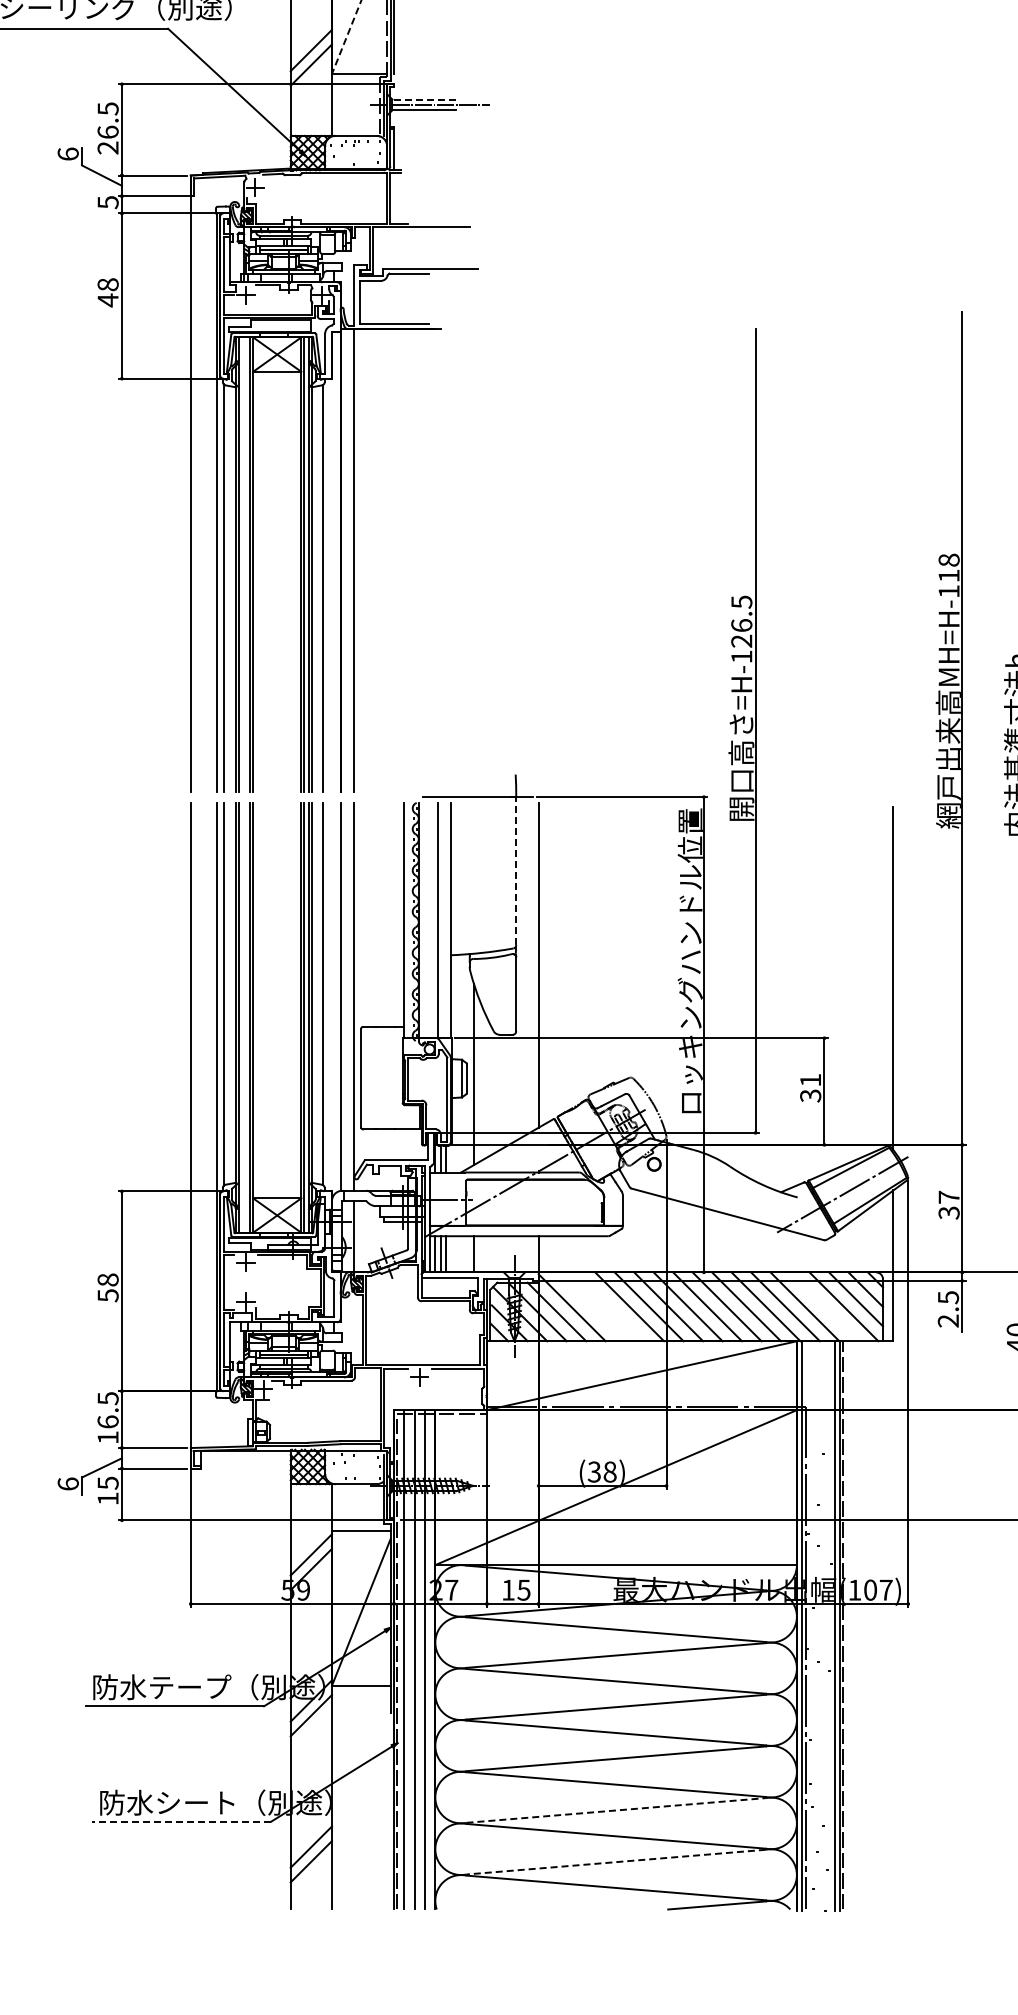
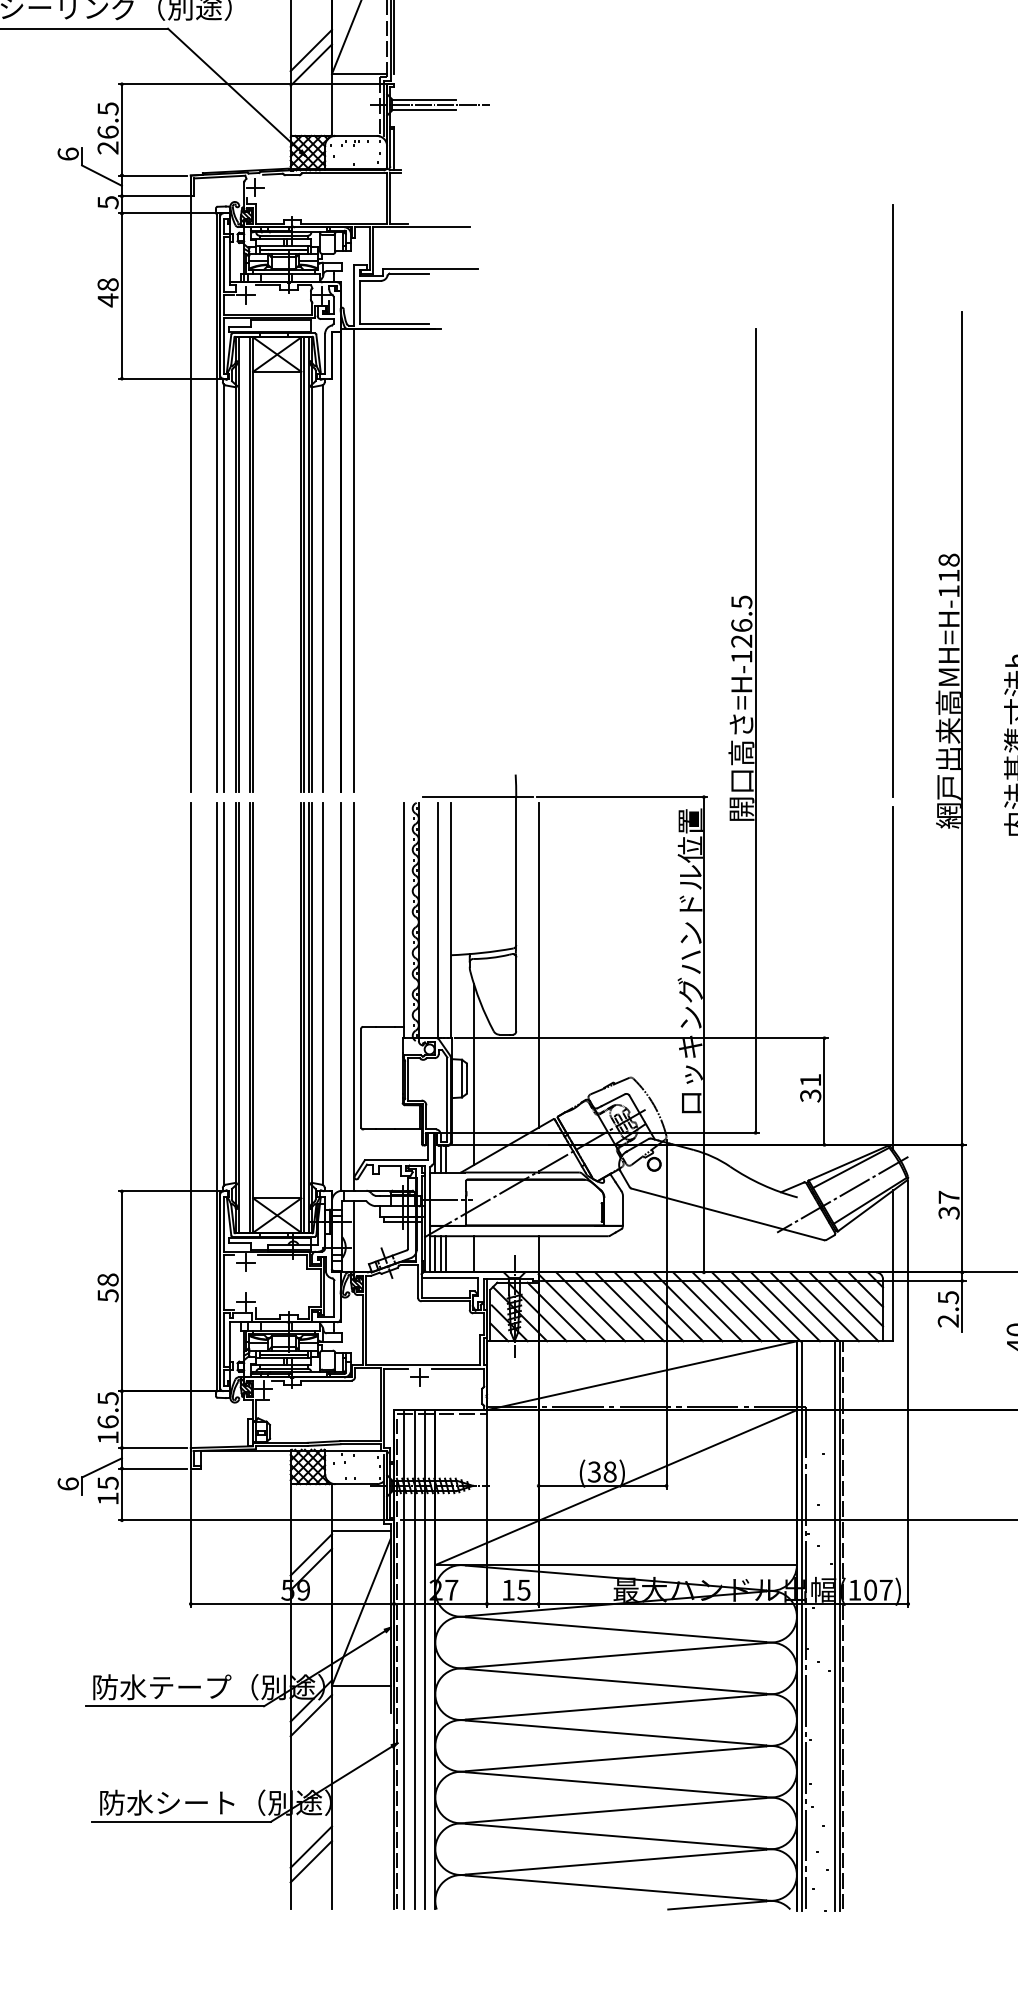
line at (346, 37): dashed -> solid
line at (424, 99): dashed -> solid
line at (892, 500): none -> present
line at (516, 871): dashed -> solid
line at (590, 1306): none -> present
line at (609, 1306): none -> present
line at (824, 1306): none -> present
line at (616, 1810): dashed -> solid
line at (181, 1821): dashed -> solid
line at (615, 1862): dashed -> solid
